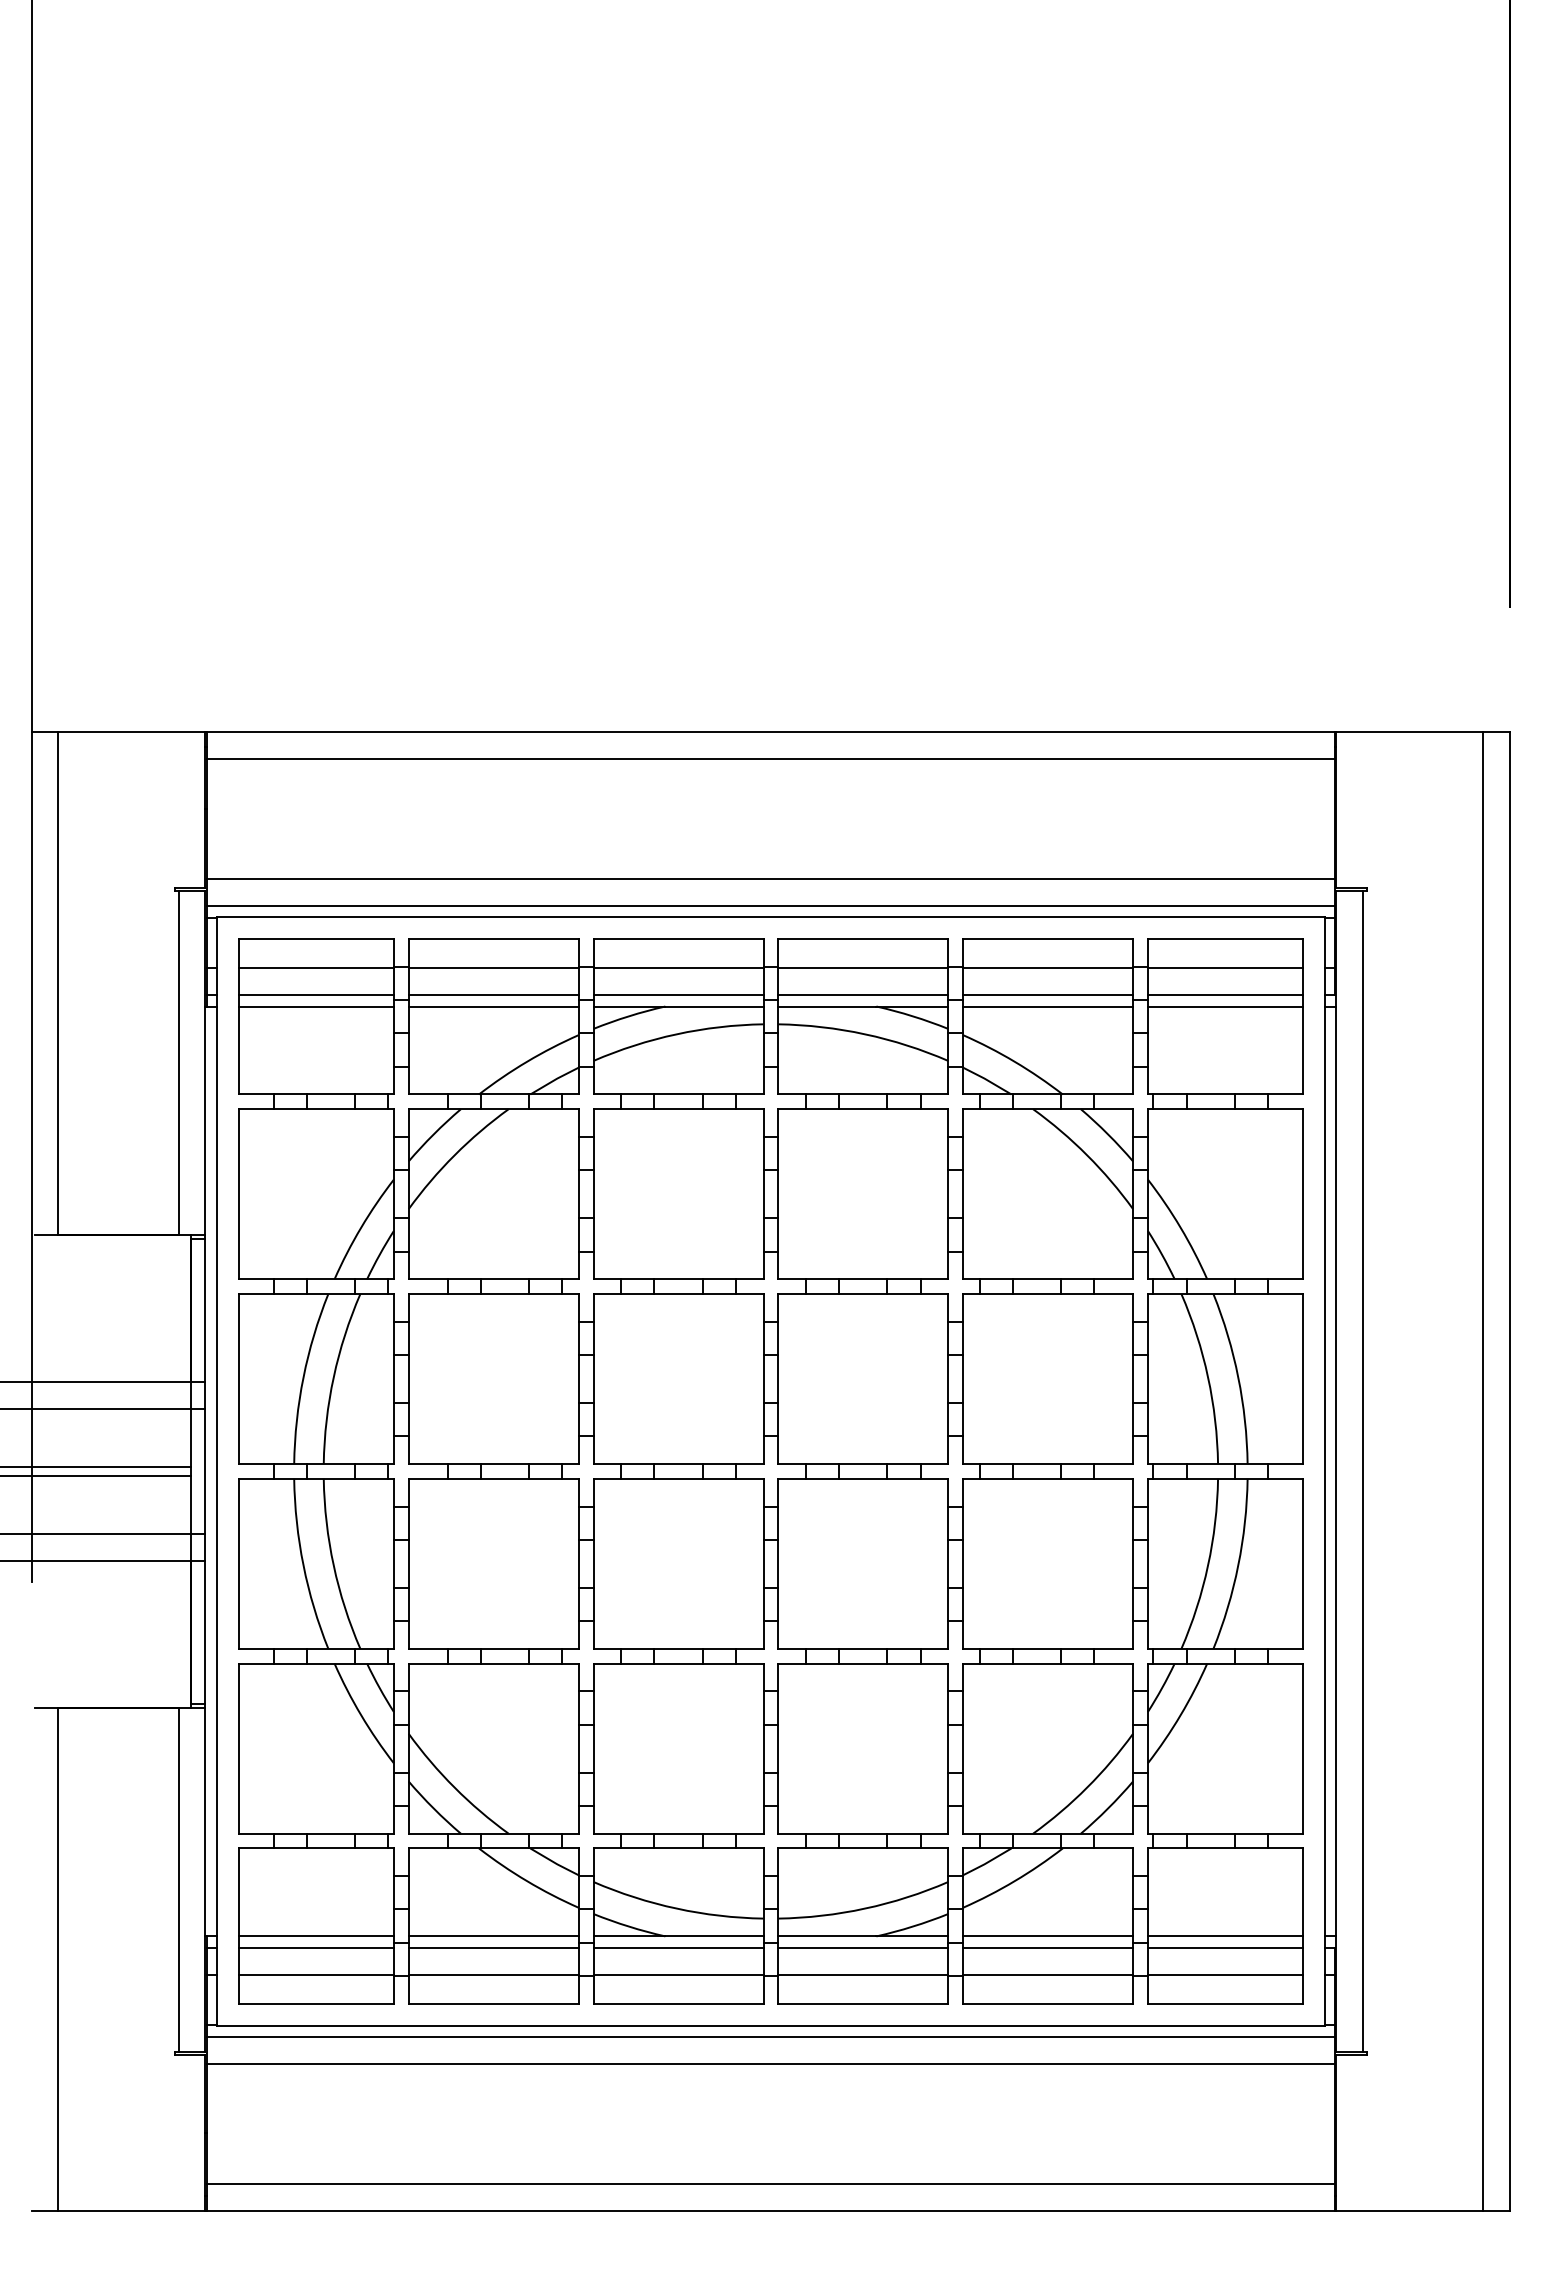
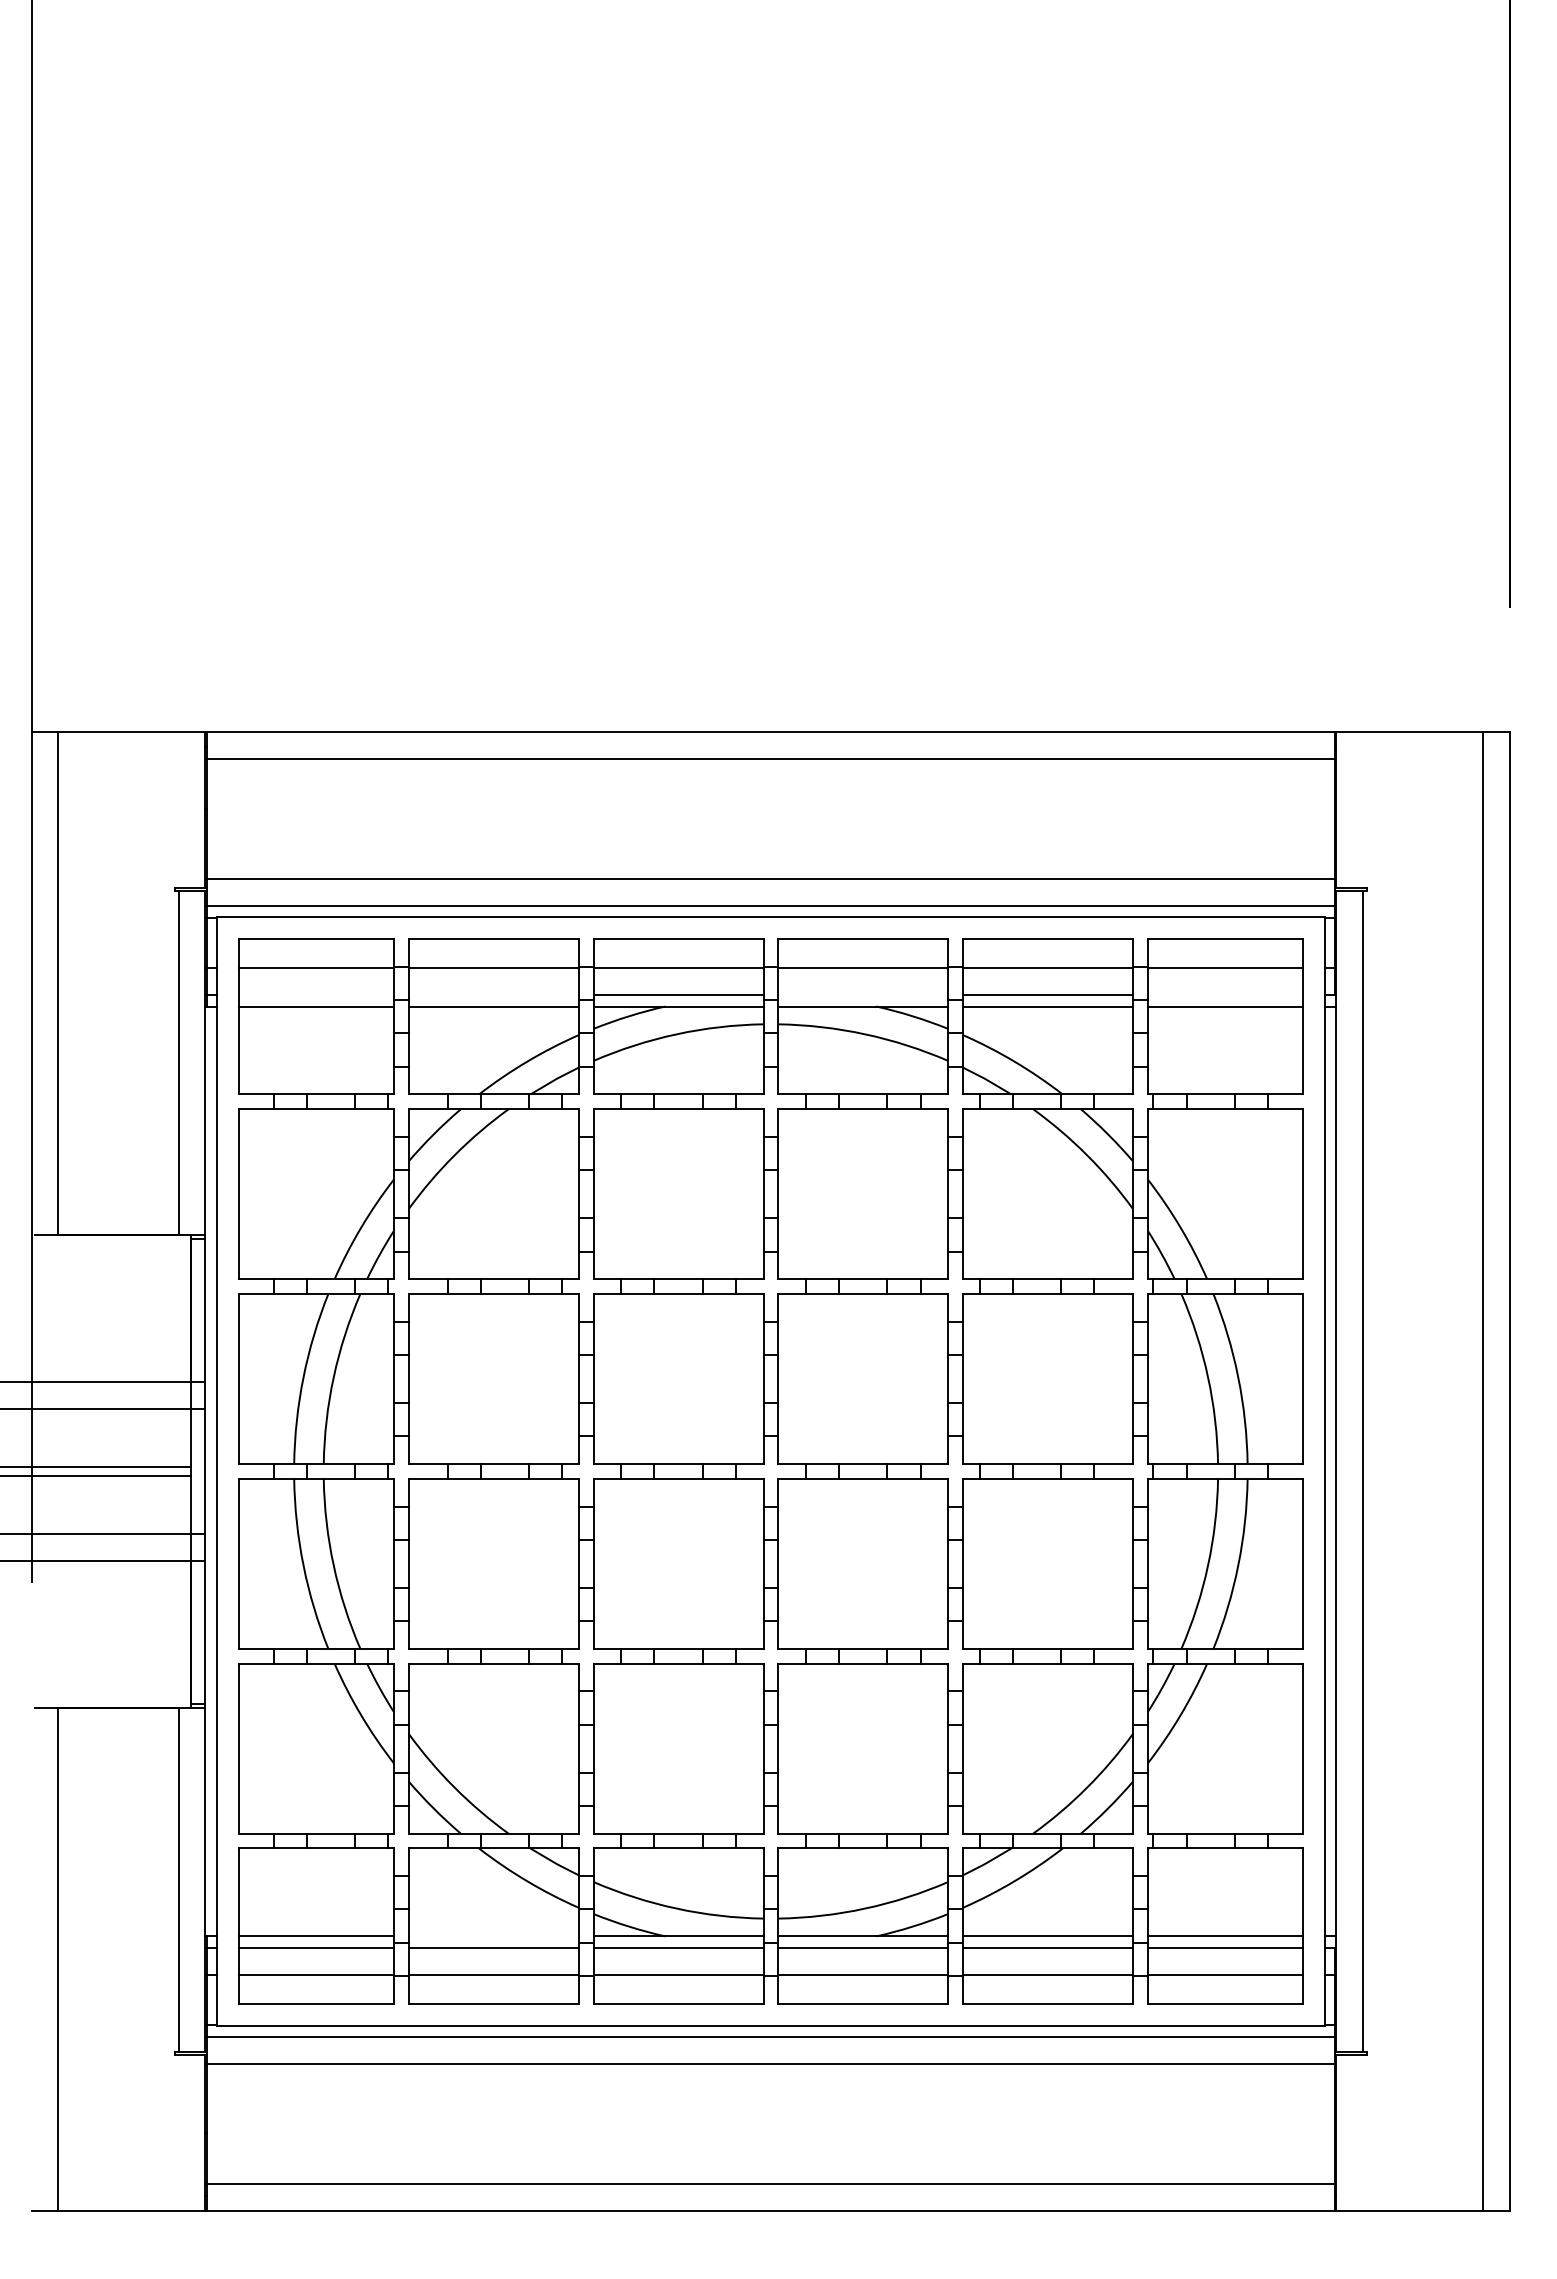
line at (315, 994): present -> none
line at (493, 994): present -> none
line at (863, 994): present -> none
line at (1225, 994): present -> none
line at (493, 1936): present -> none
